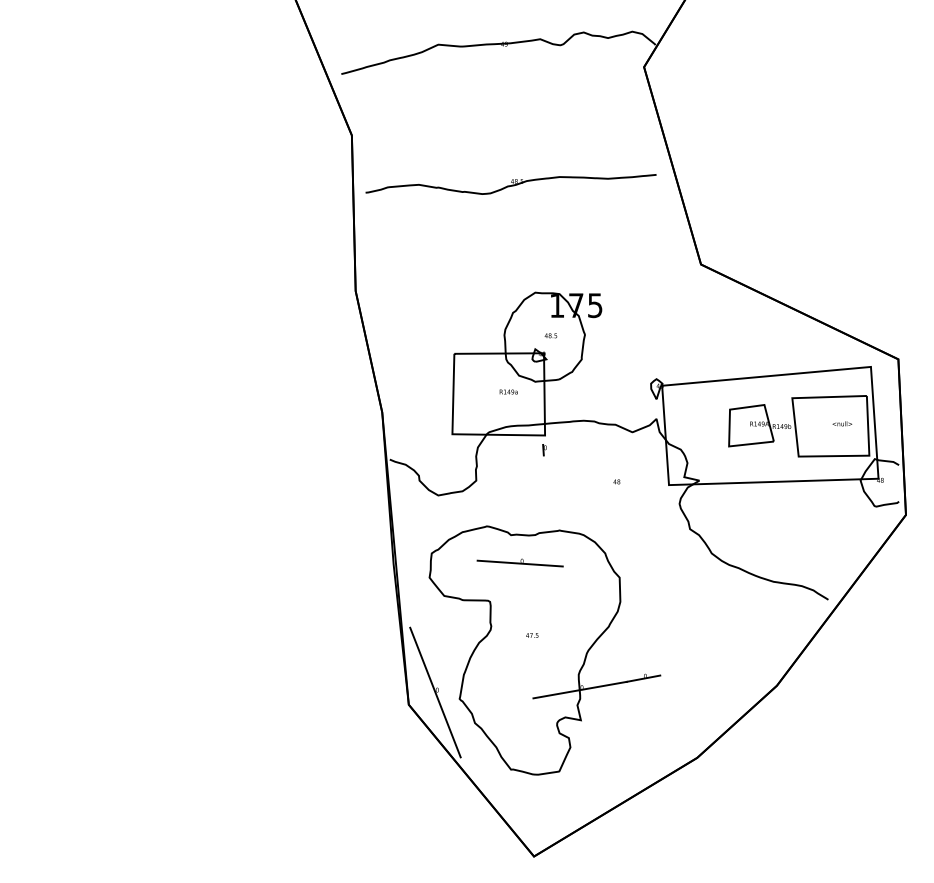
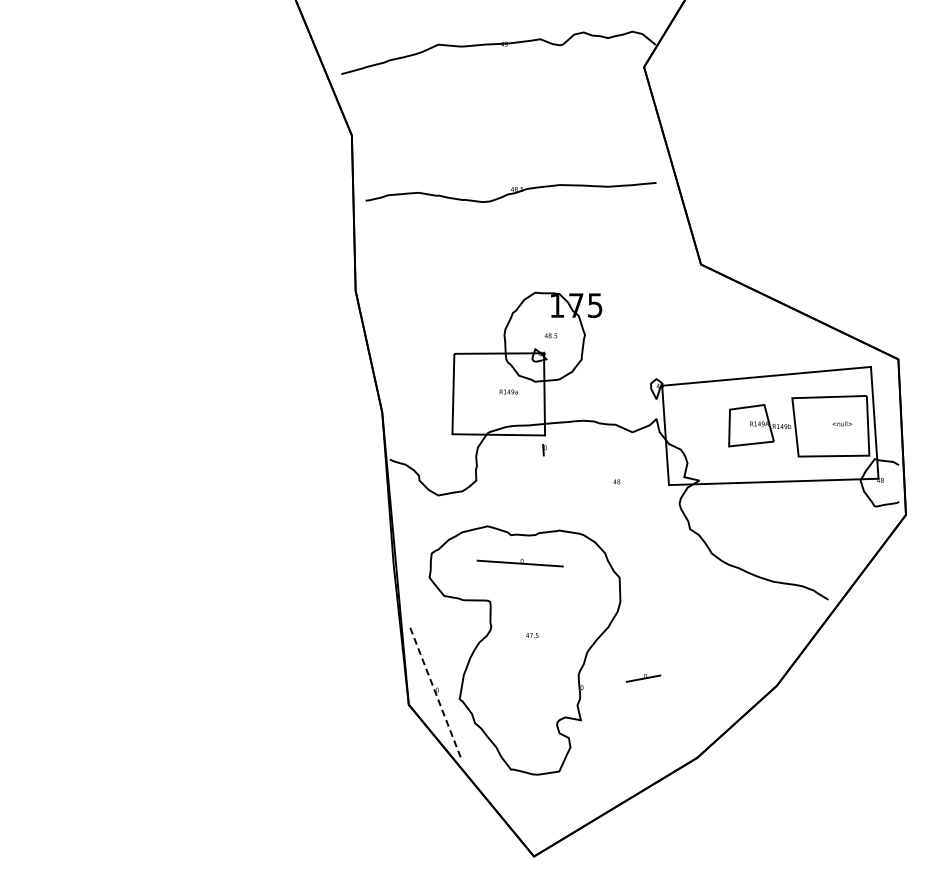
part at (510, 184) position: (510, 184) -> (510, 192)
line at (579, 689): present -> none
line at (435, 692): solid -> dashed
